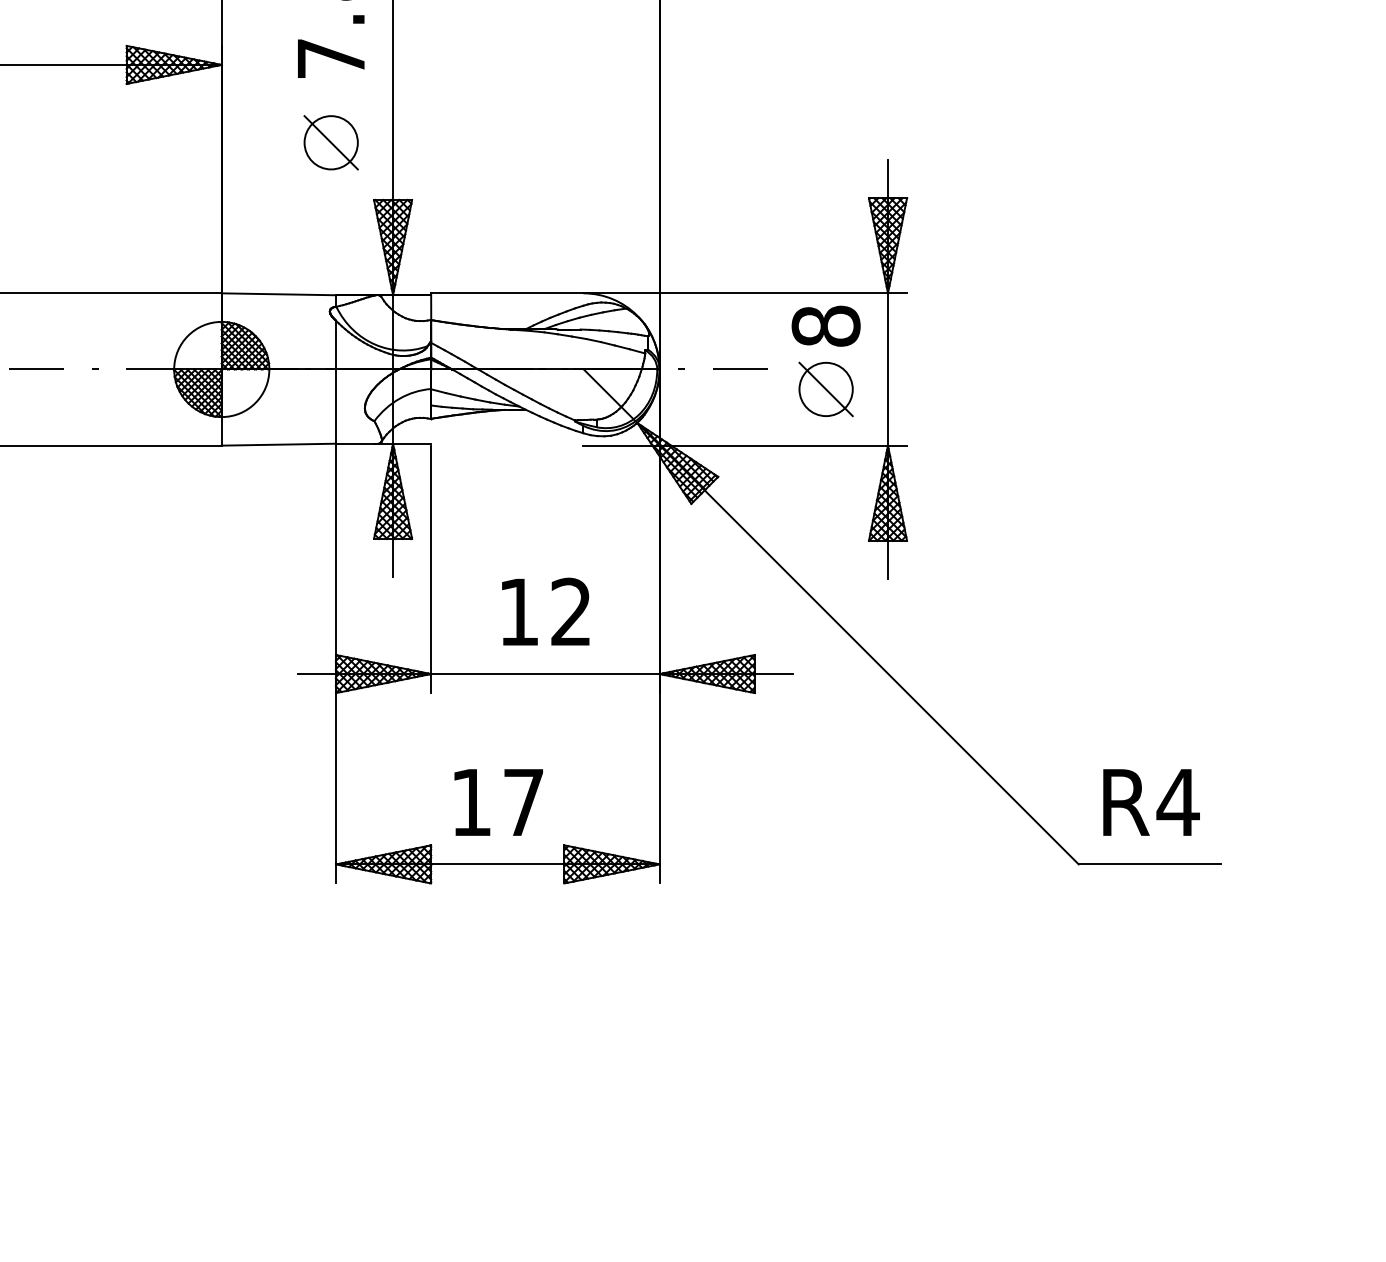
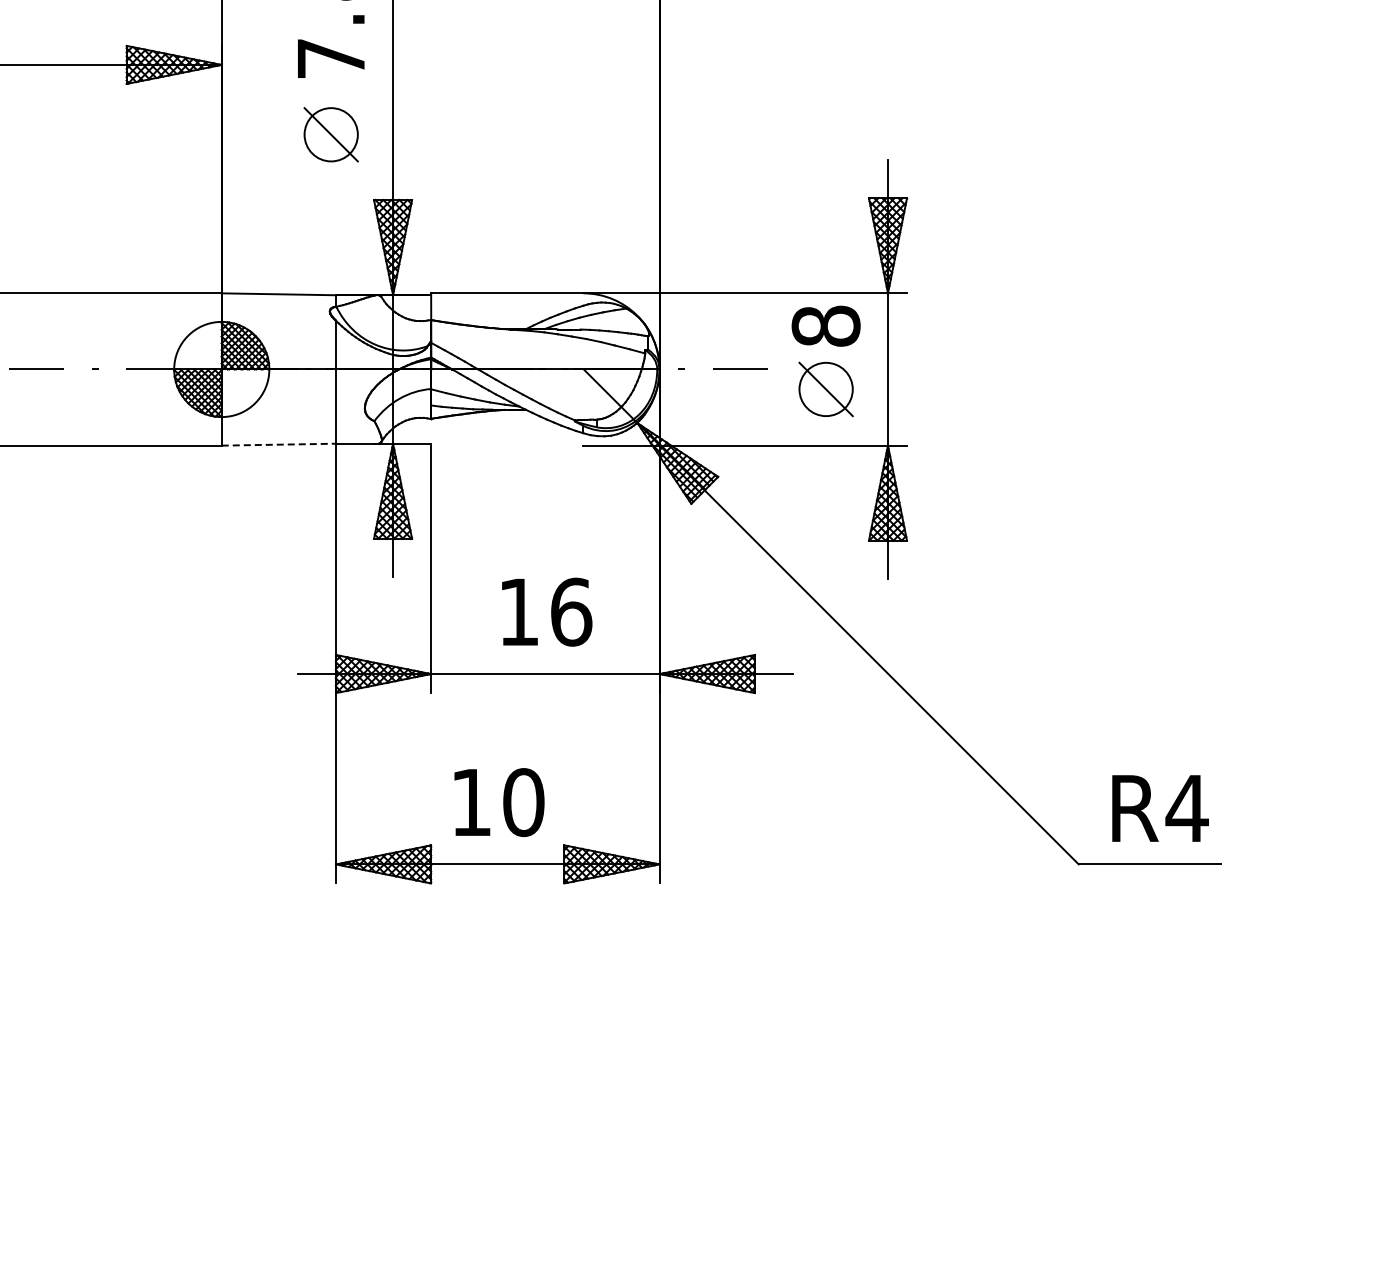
part at (330, 142) position: (330, 142) -> (330, 134)
line at (279, 444): solid -> dashed
text at (571, 611): 12 -> 16
text at (523, 802): 17 -> 10
text at (1151, 802) position: (1151, 802) -> (1160, 808)
